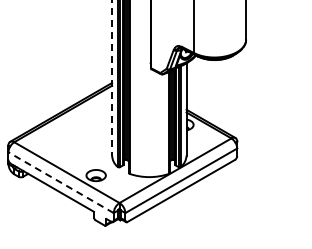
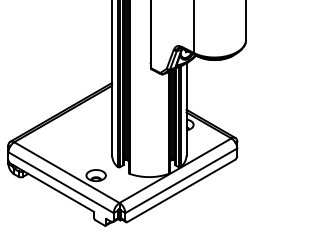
line at (112, 78): dashed -> solid
line at (61, 182): dashed -> solid
